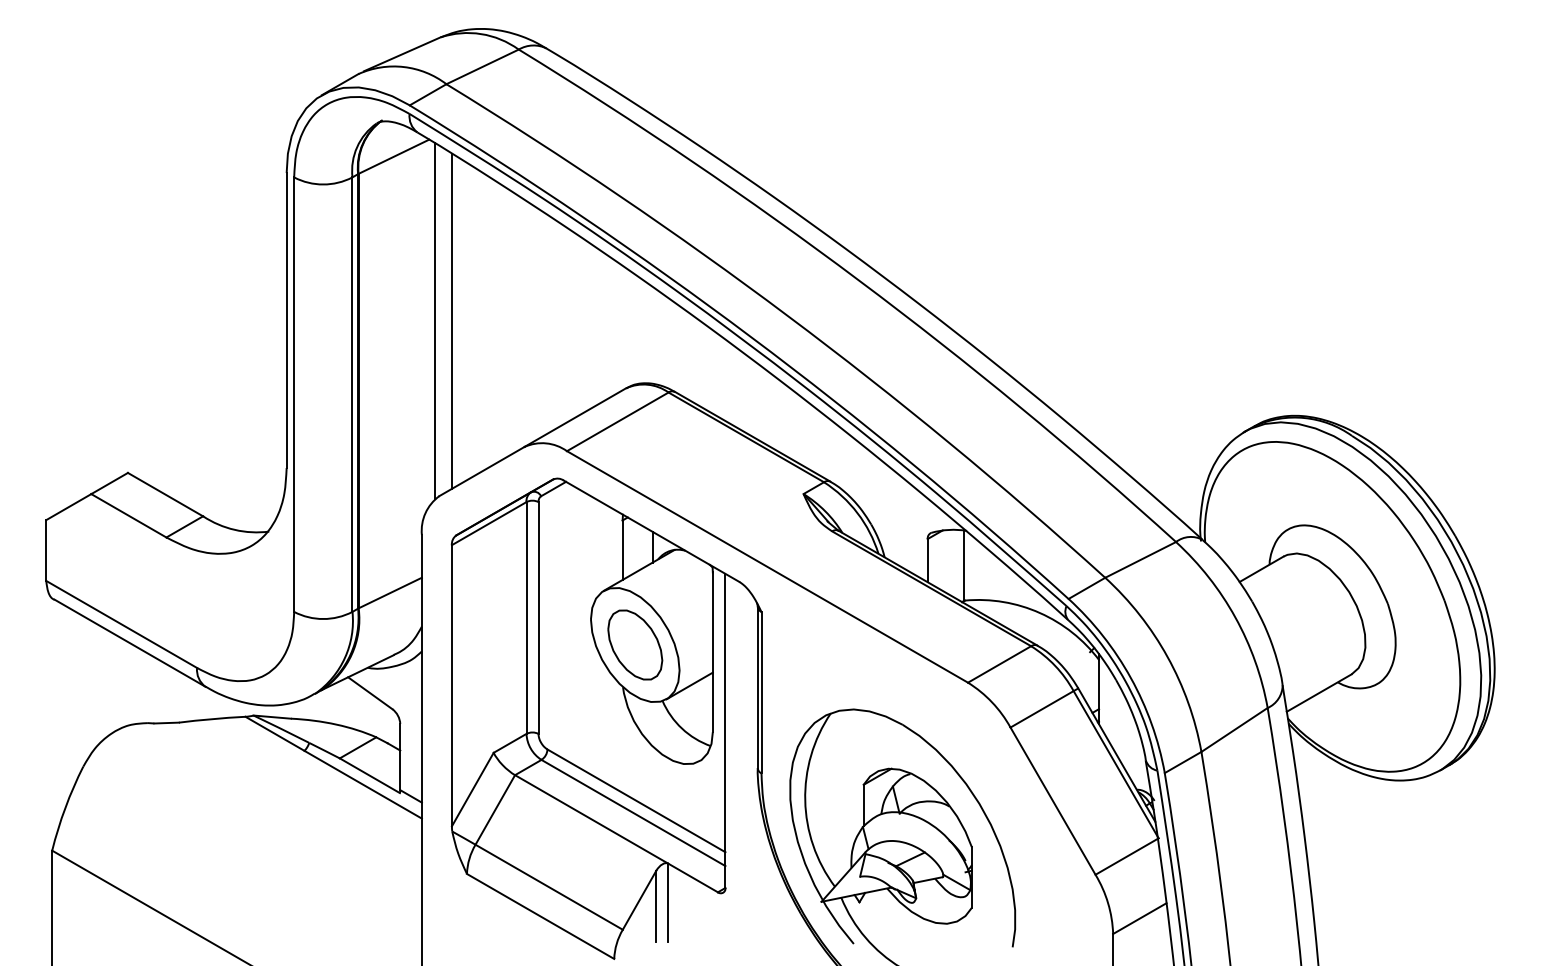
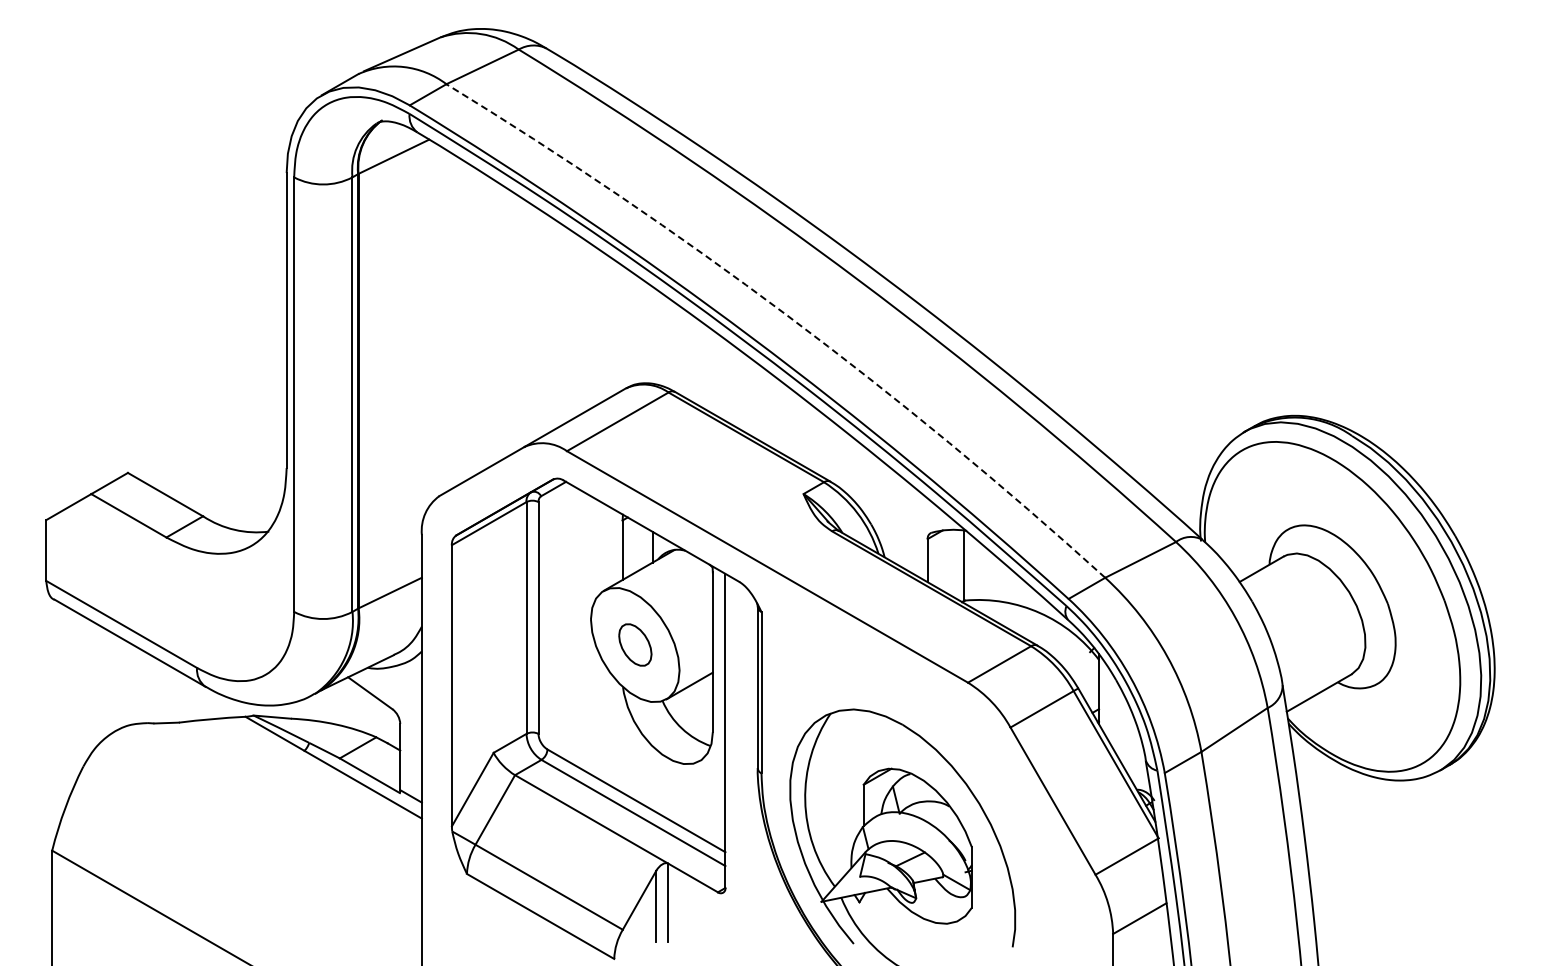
arc at (787, 315): solid -> dashed
line at (452, 320): present -> none
line at (434, 321): present -> none
part at (635, 644) size: 57x72 px -> 35x44 px
